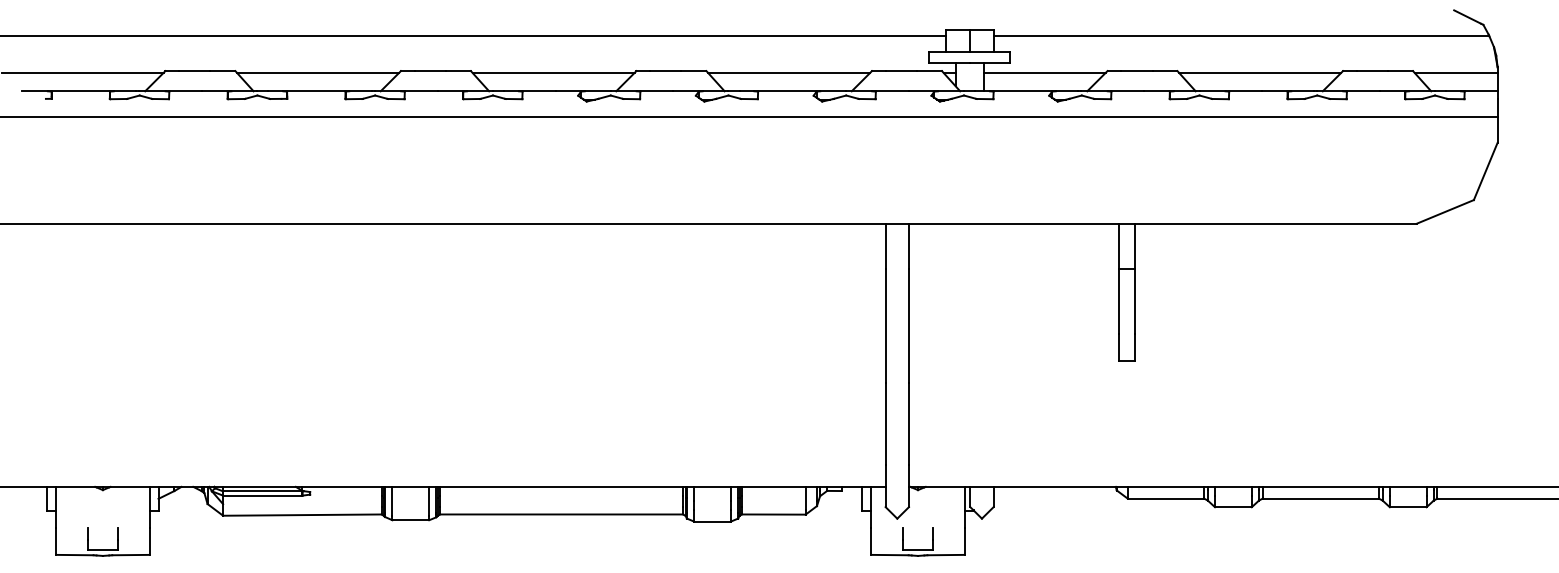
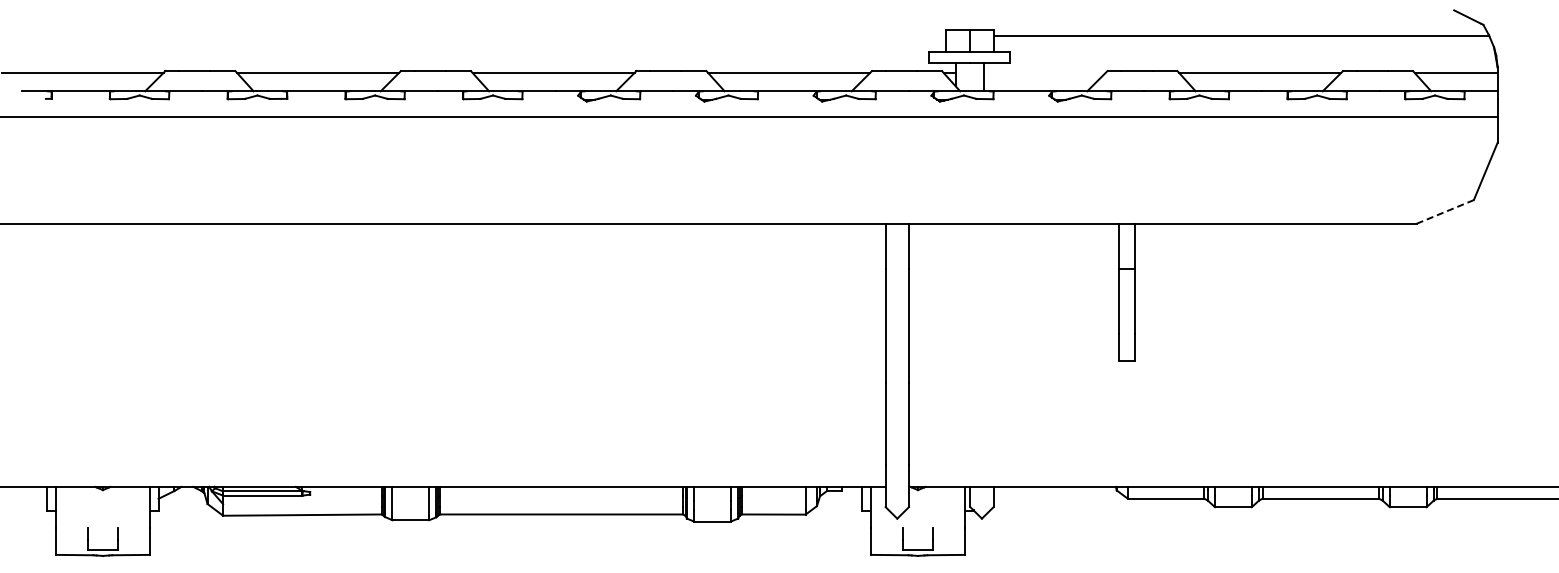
line at (474, 36): present -> none
line at (1044, 72): present -> none
line at (1445, 211): solid -> dashed
